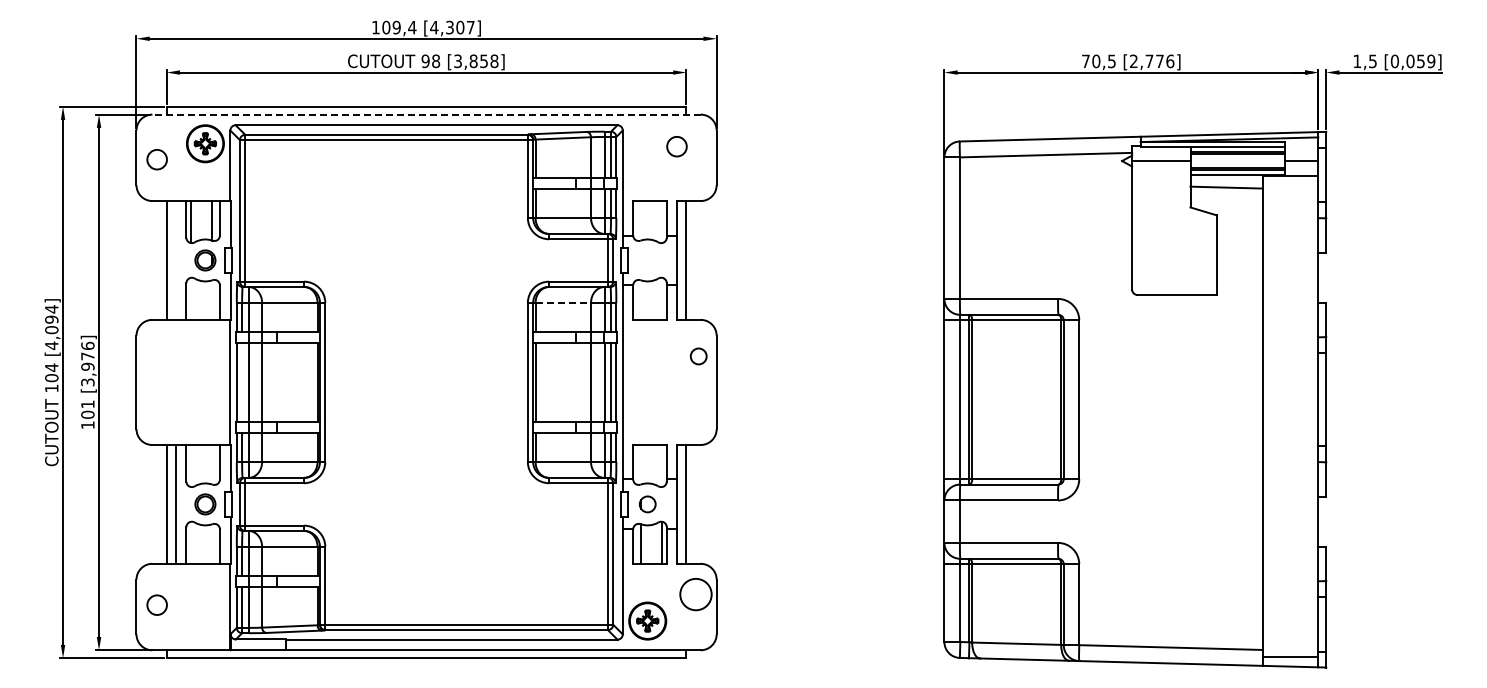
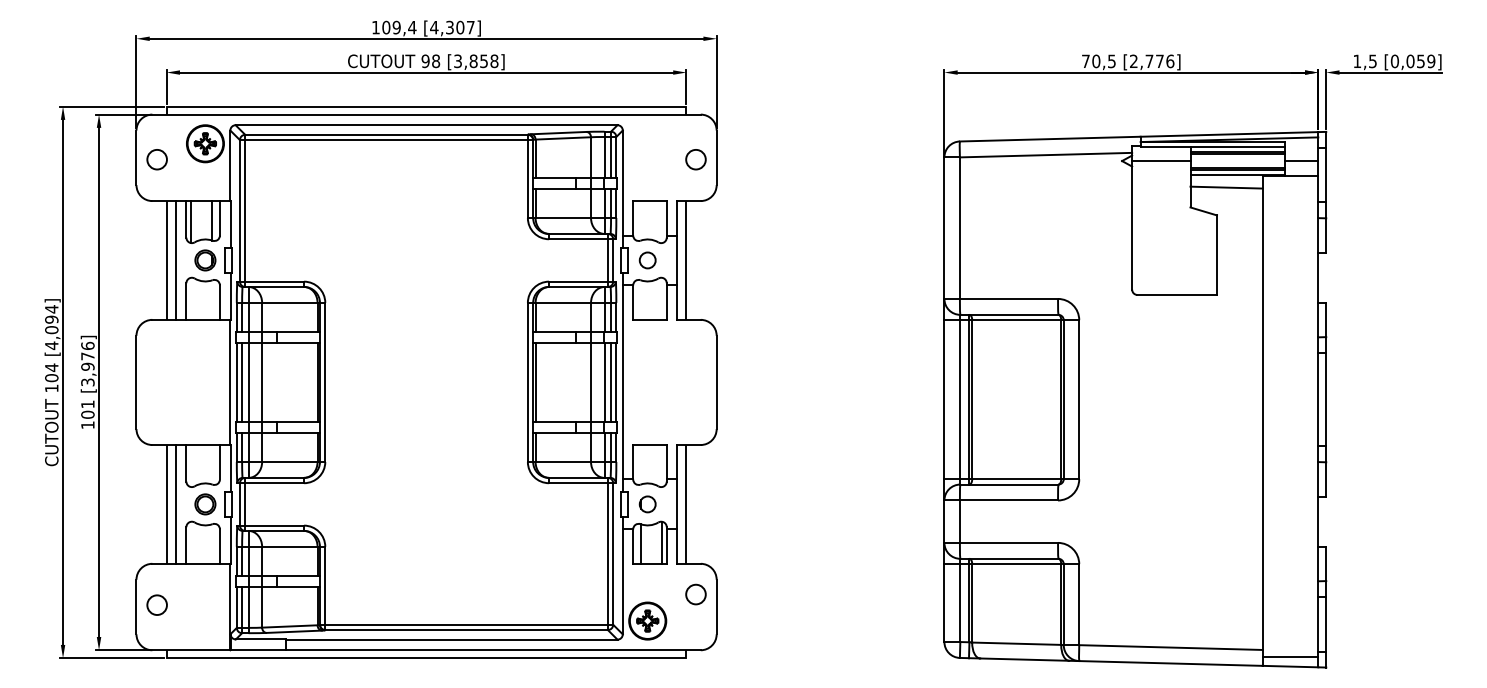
line at (426, 114): dashed -> solid
circle at (676, 146) position: (676, 146) -> (695, 159)
line at (176, 260): none -> present
line at (563, 302): dashed -> solid
circle at (698, 356) position: (698, 356) -> (647, 260)
line at (242, 382): none -> present
circle at (695, 594) diameter: 31 px -> 20 px
